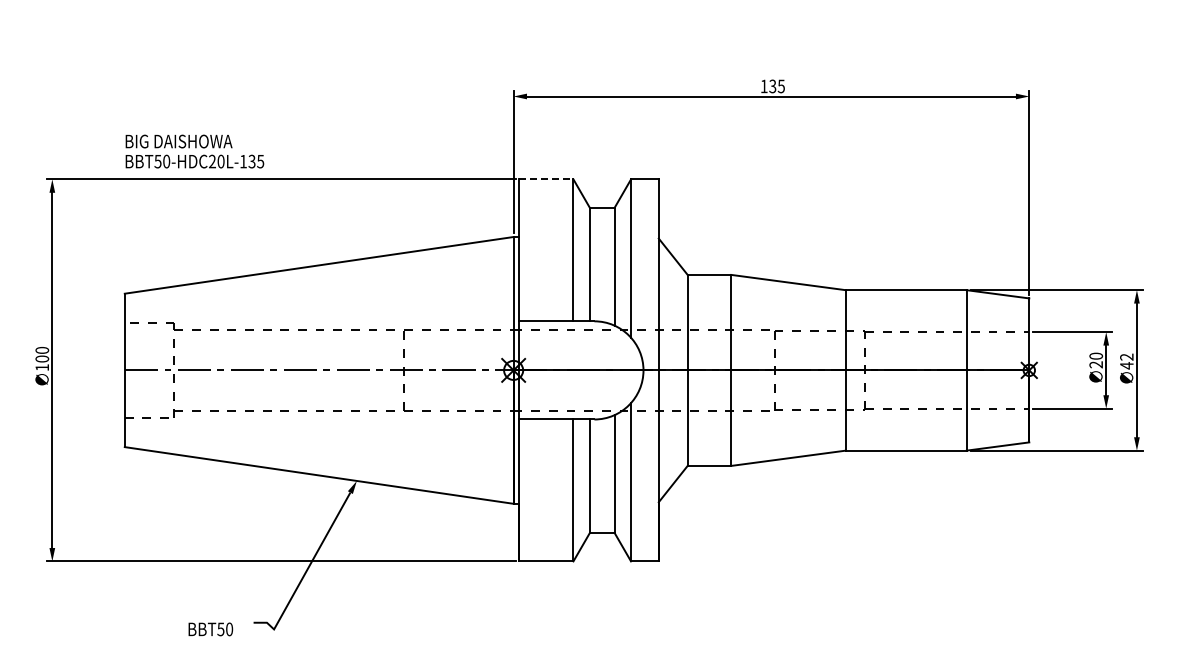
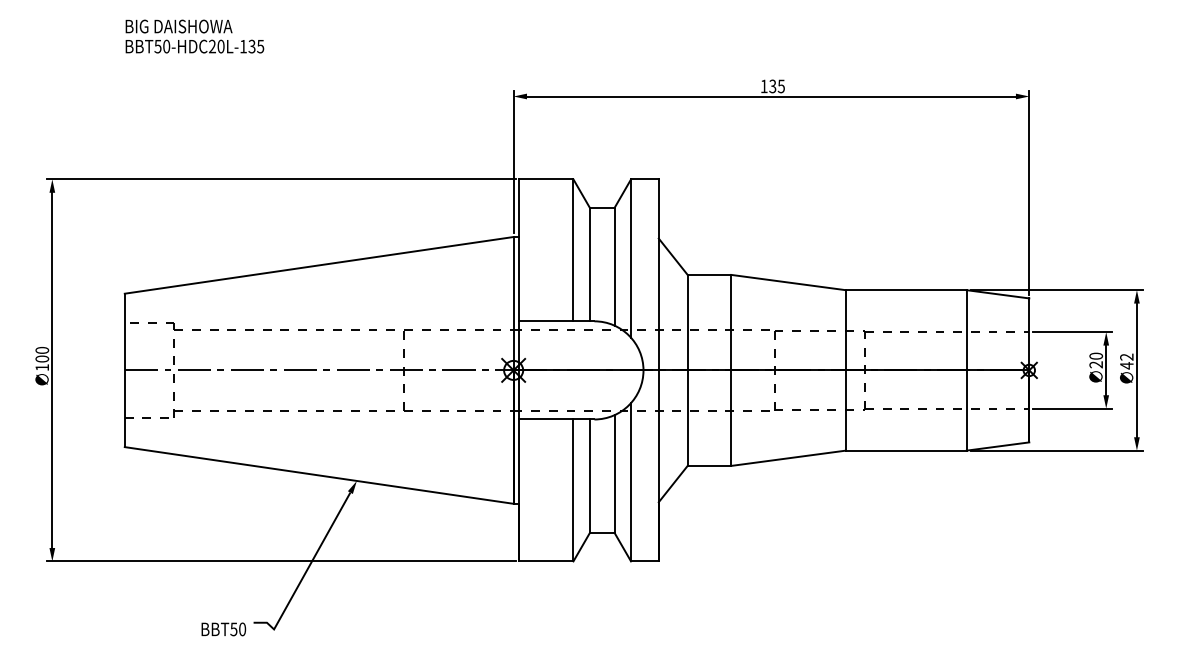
text at (194, 151) position: (194, 151) -> (194, 36)
line at (546, 179): dashed -> solid
text at (210, 629) position: (210, 629) -> (223, 629)
